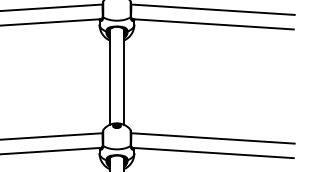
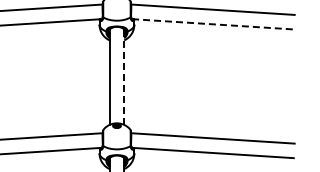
line at (213, 24): solid -> dashed
line at (124, 77): solid -> dashed
